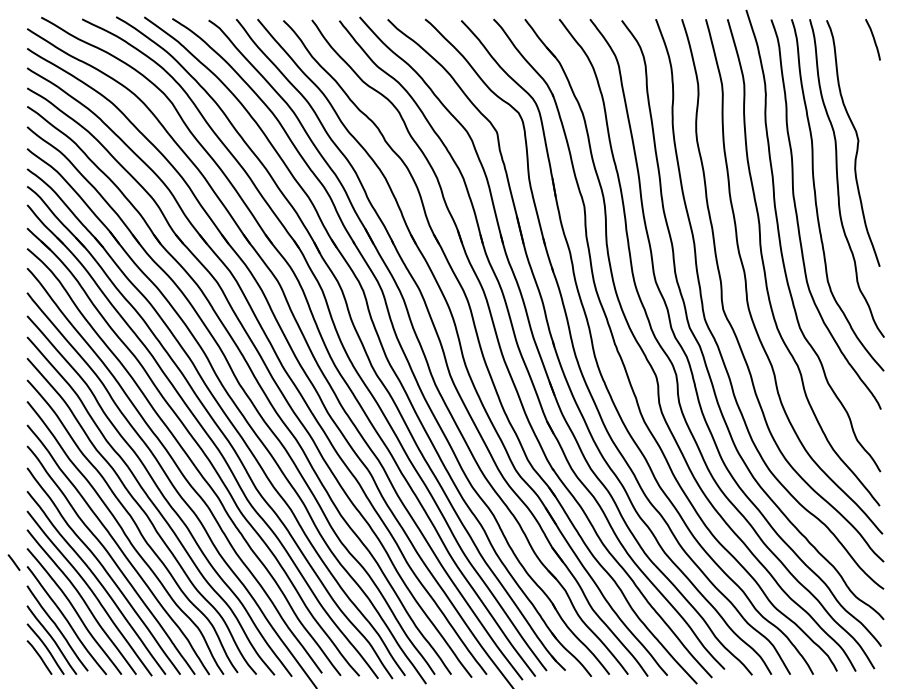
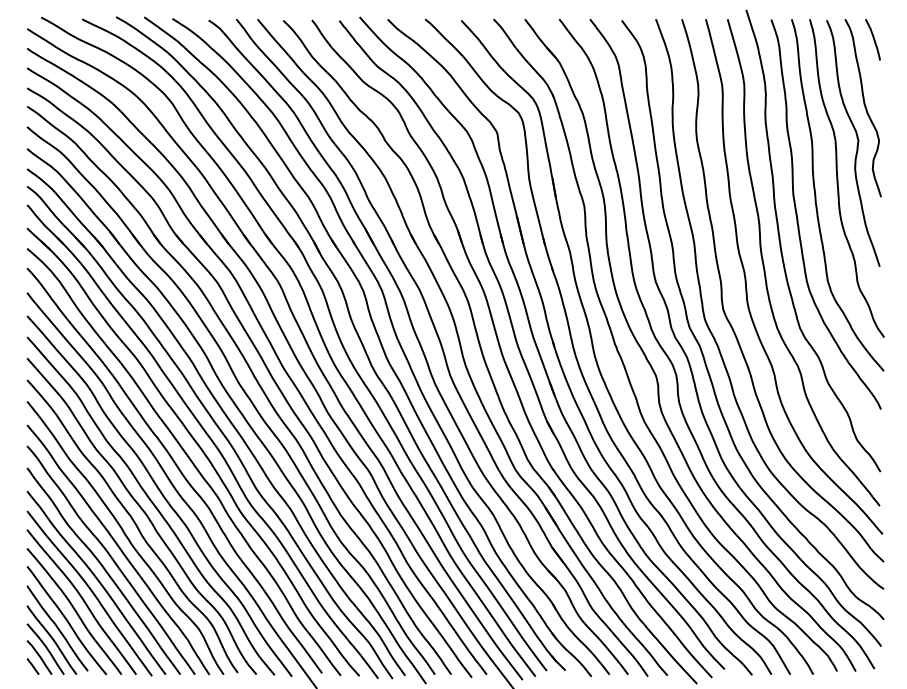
curve at (864, 107): none -> present
line at (13, 562) position: (13, 562) -> (32, 666)
